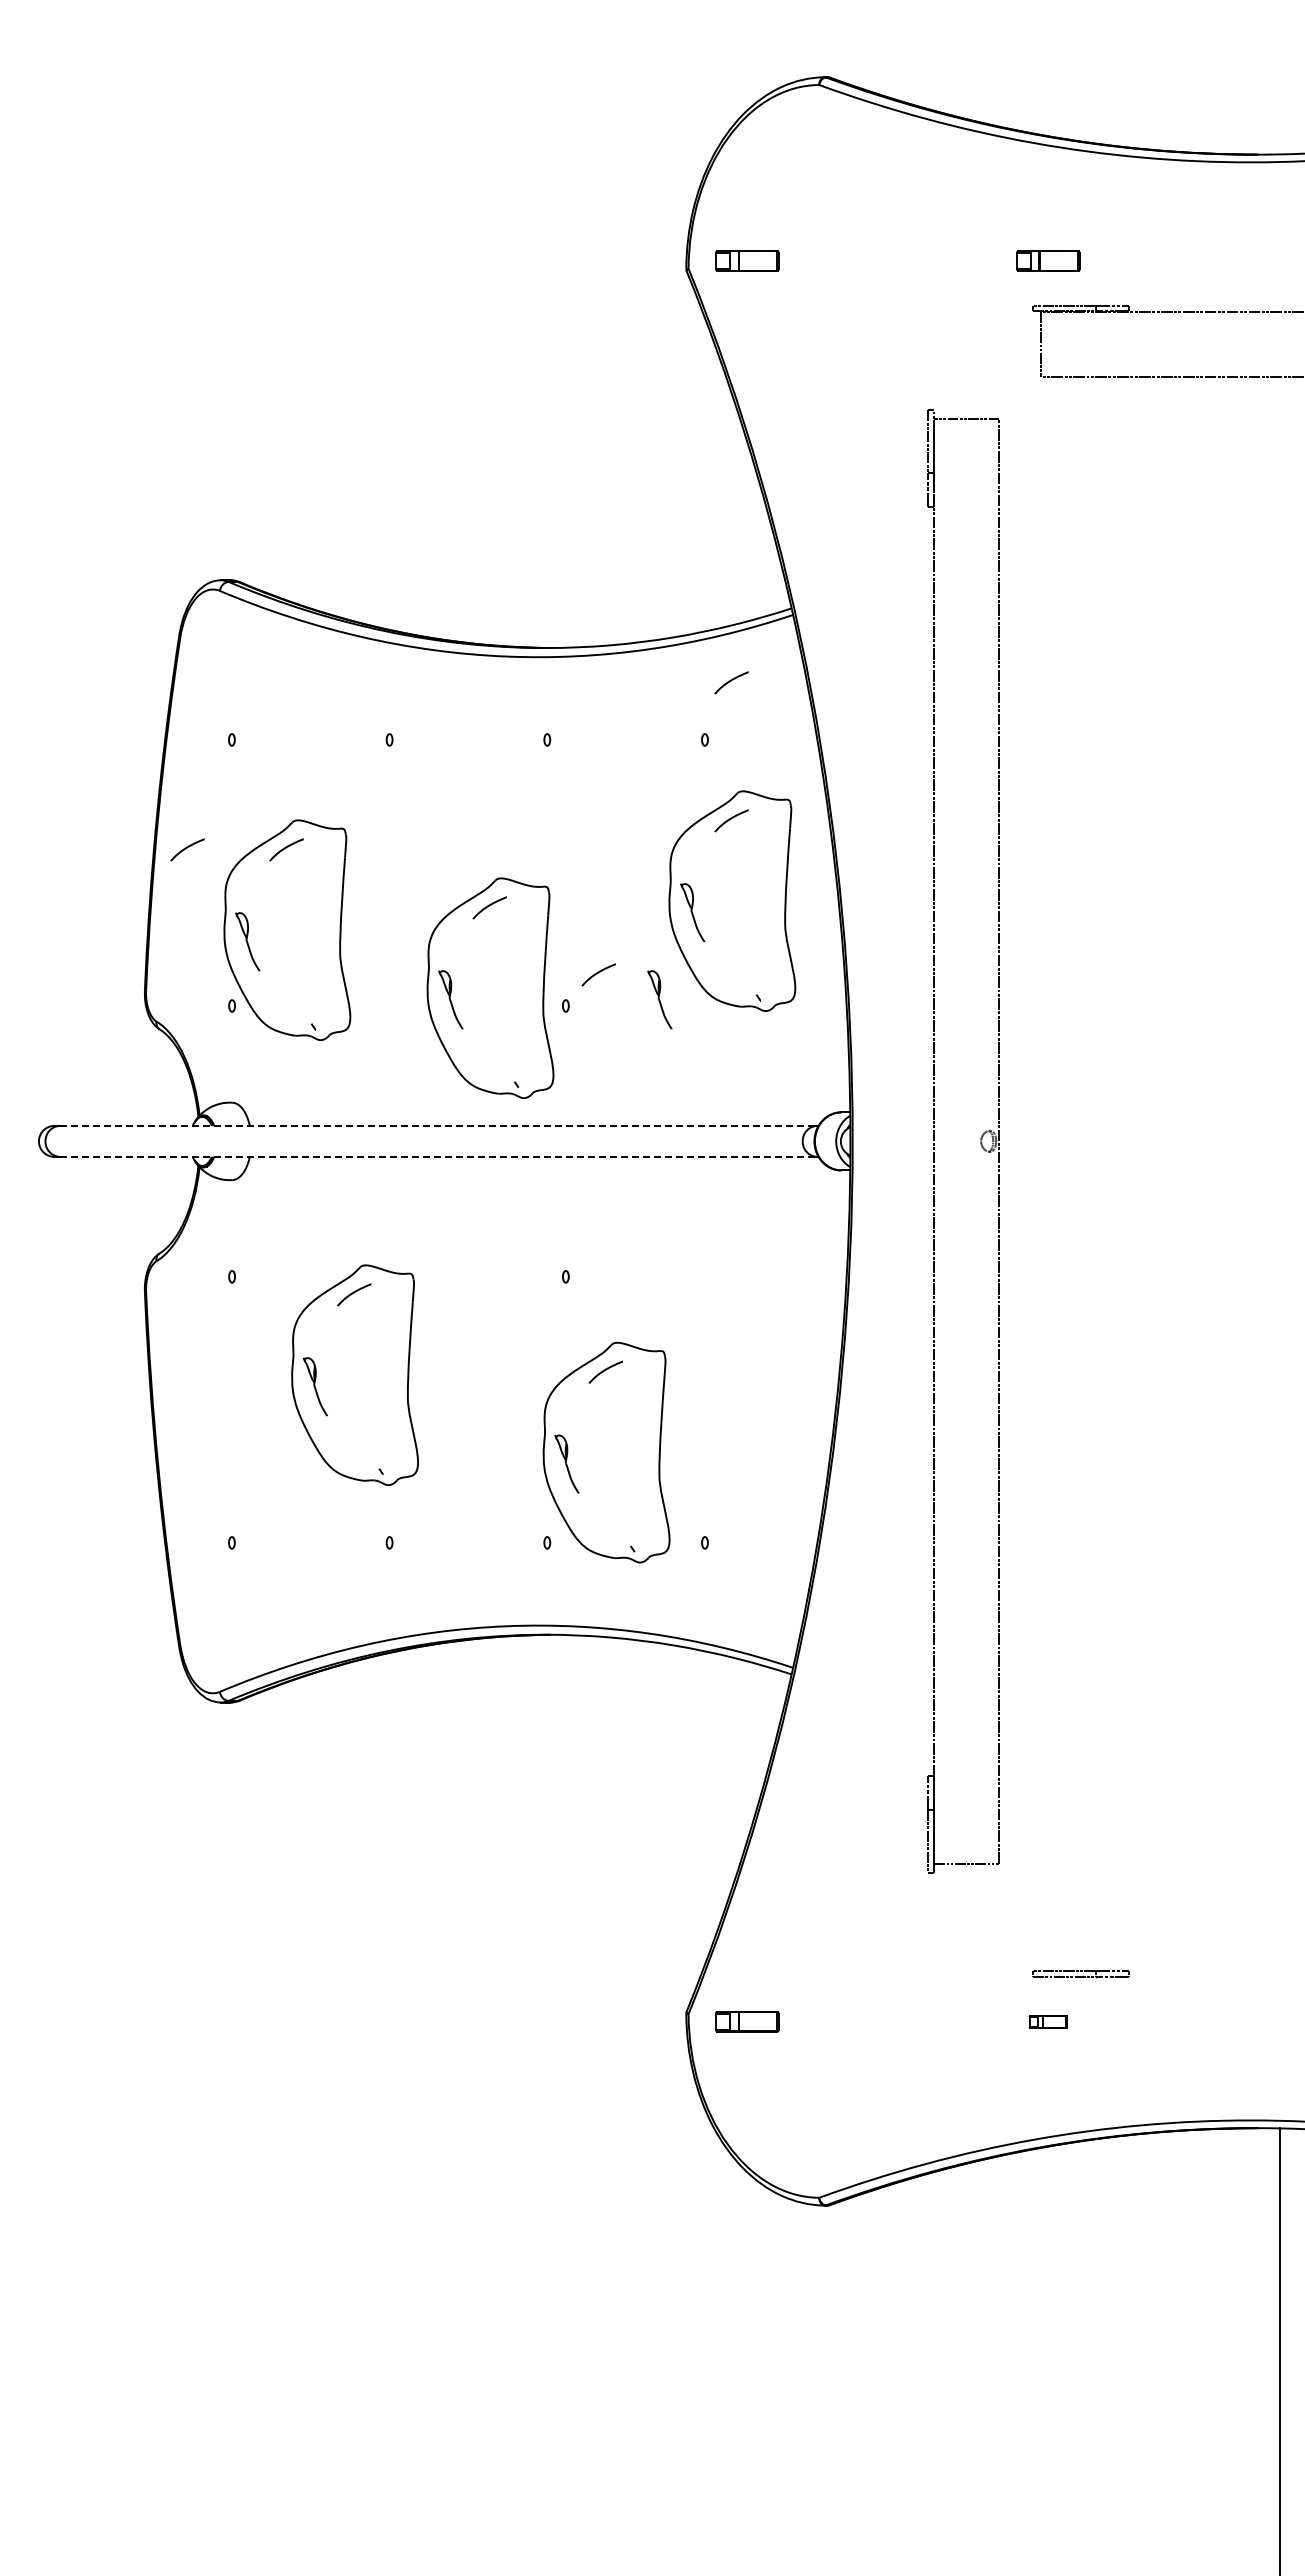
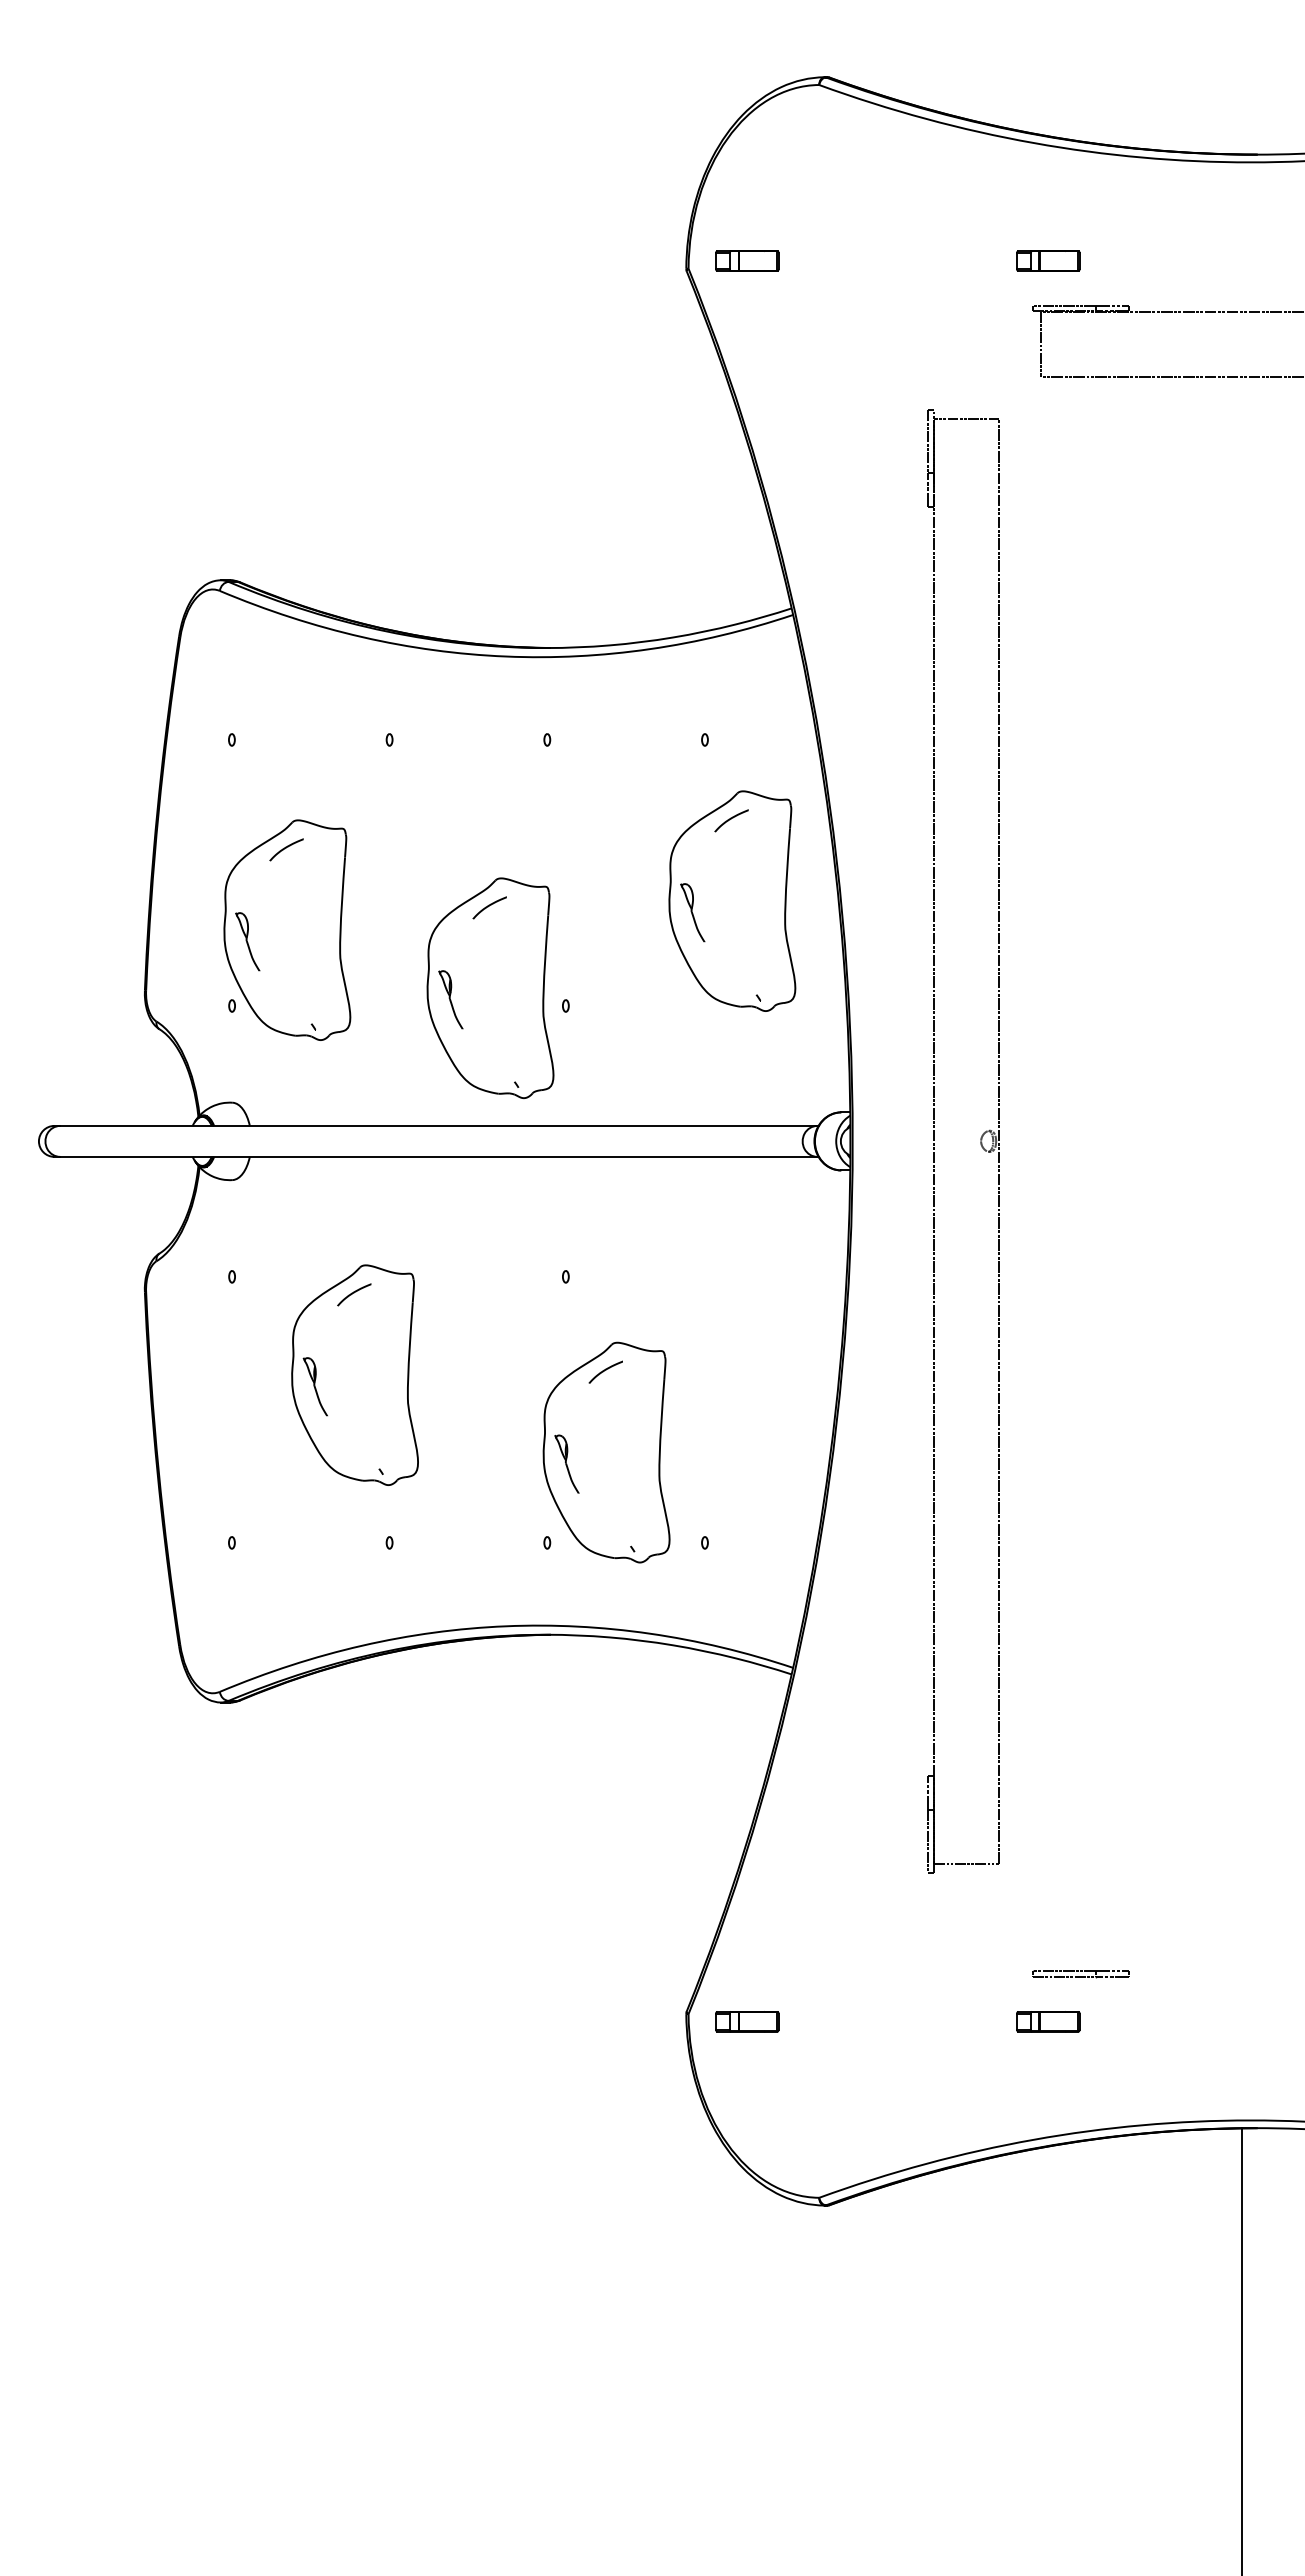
curve at (731, 681): present -> none
curve at (187, 848): present -> none
curve at (598, 973): present -> none
part at (659, 999): present -> none
line at (438, 1125): dashed -> solid
line at (438, 1156): dashed -> solid
part at (1047, 2021) size: 40x14 px -> 65x22 px
line at (1279, 2350) position: (1279, 2350) -> (1241, 2350)
